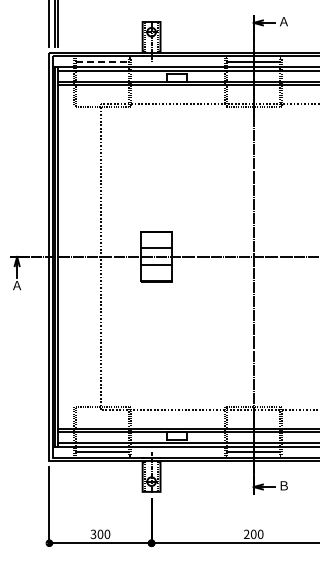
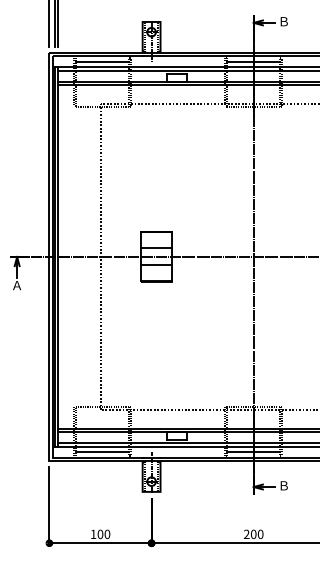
text at (283, 21): Ａ -> Ｂ
line at (102, 62): dashed -> solid
text at (93, 534): 300 -> 100
